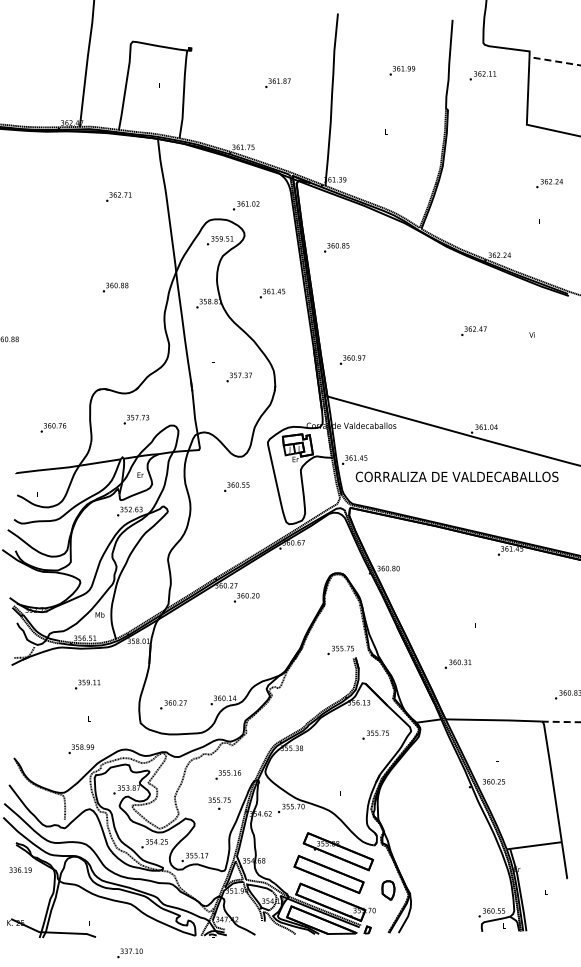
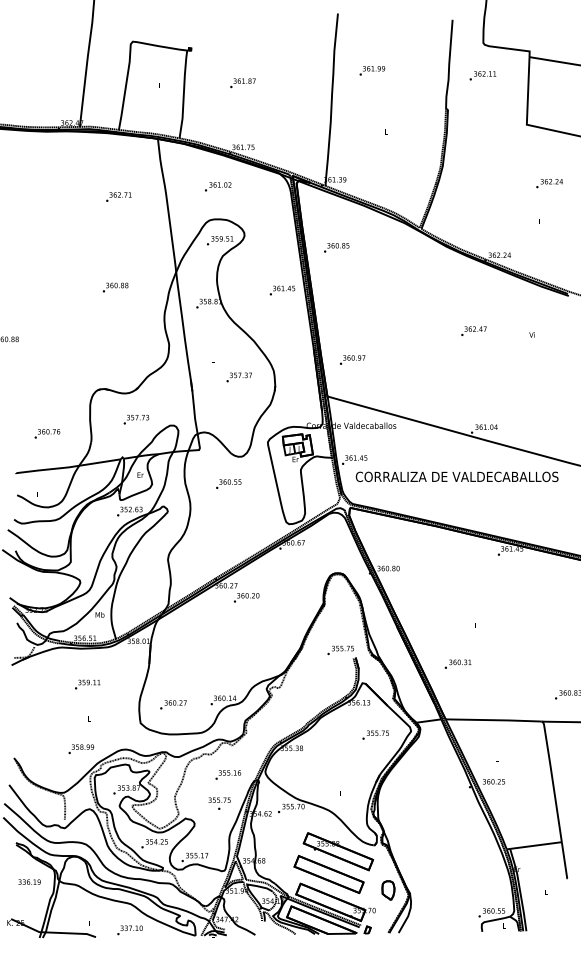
line at (555, 61): dashed -> solid
text at (402, 70) position: (402, 70) -> (372, 70)
text at (277, 83) position: (277, 83) -> (242, 83)
text at (246, 205) position: (246, 205) -> (218, 186)
text at (272, 293) position: (272, 293) -> (282, 290)
text at (53, 427) position: (53, 427) -> (47, 433)
text at (236, 486) position: (236, 486) -> (228, 483)
line at (561, 721): dashed -> solid
text at (20, 869) position: (20, 869) -> (29, 881)
text at (129, 953) position: (129, 953) -> (129, 930)
